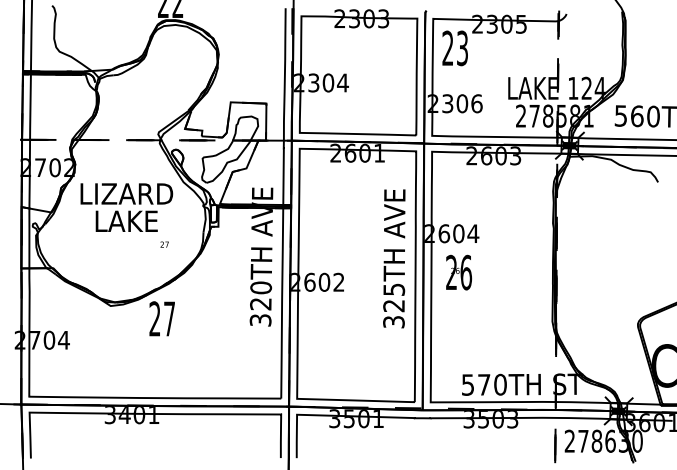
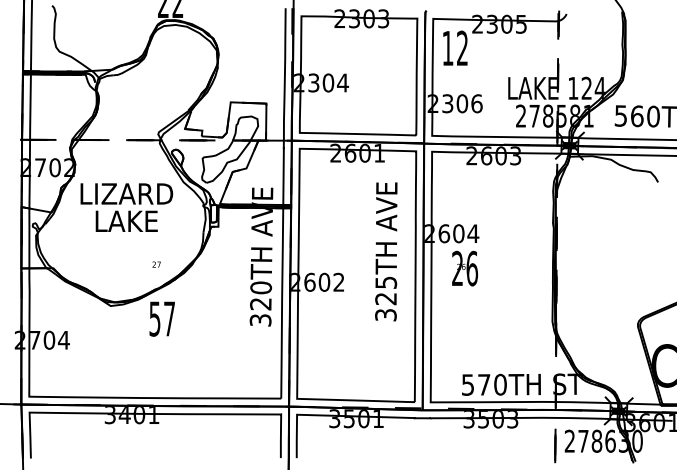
text at (454, 48): 23 -> 12
text at (164, 244) position: (164, 244) -> (156, 264)
text at (394, 258) position: (394, 258) -> (386, 251)
text at (459, 272) position: (459, 272) -> (465, 268)
text at (154, 318): 27 -> 57
